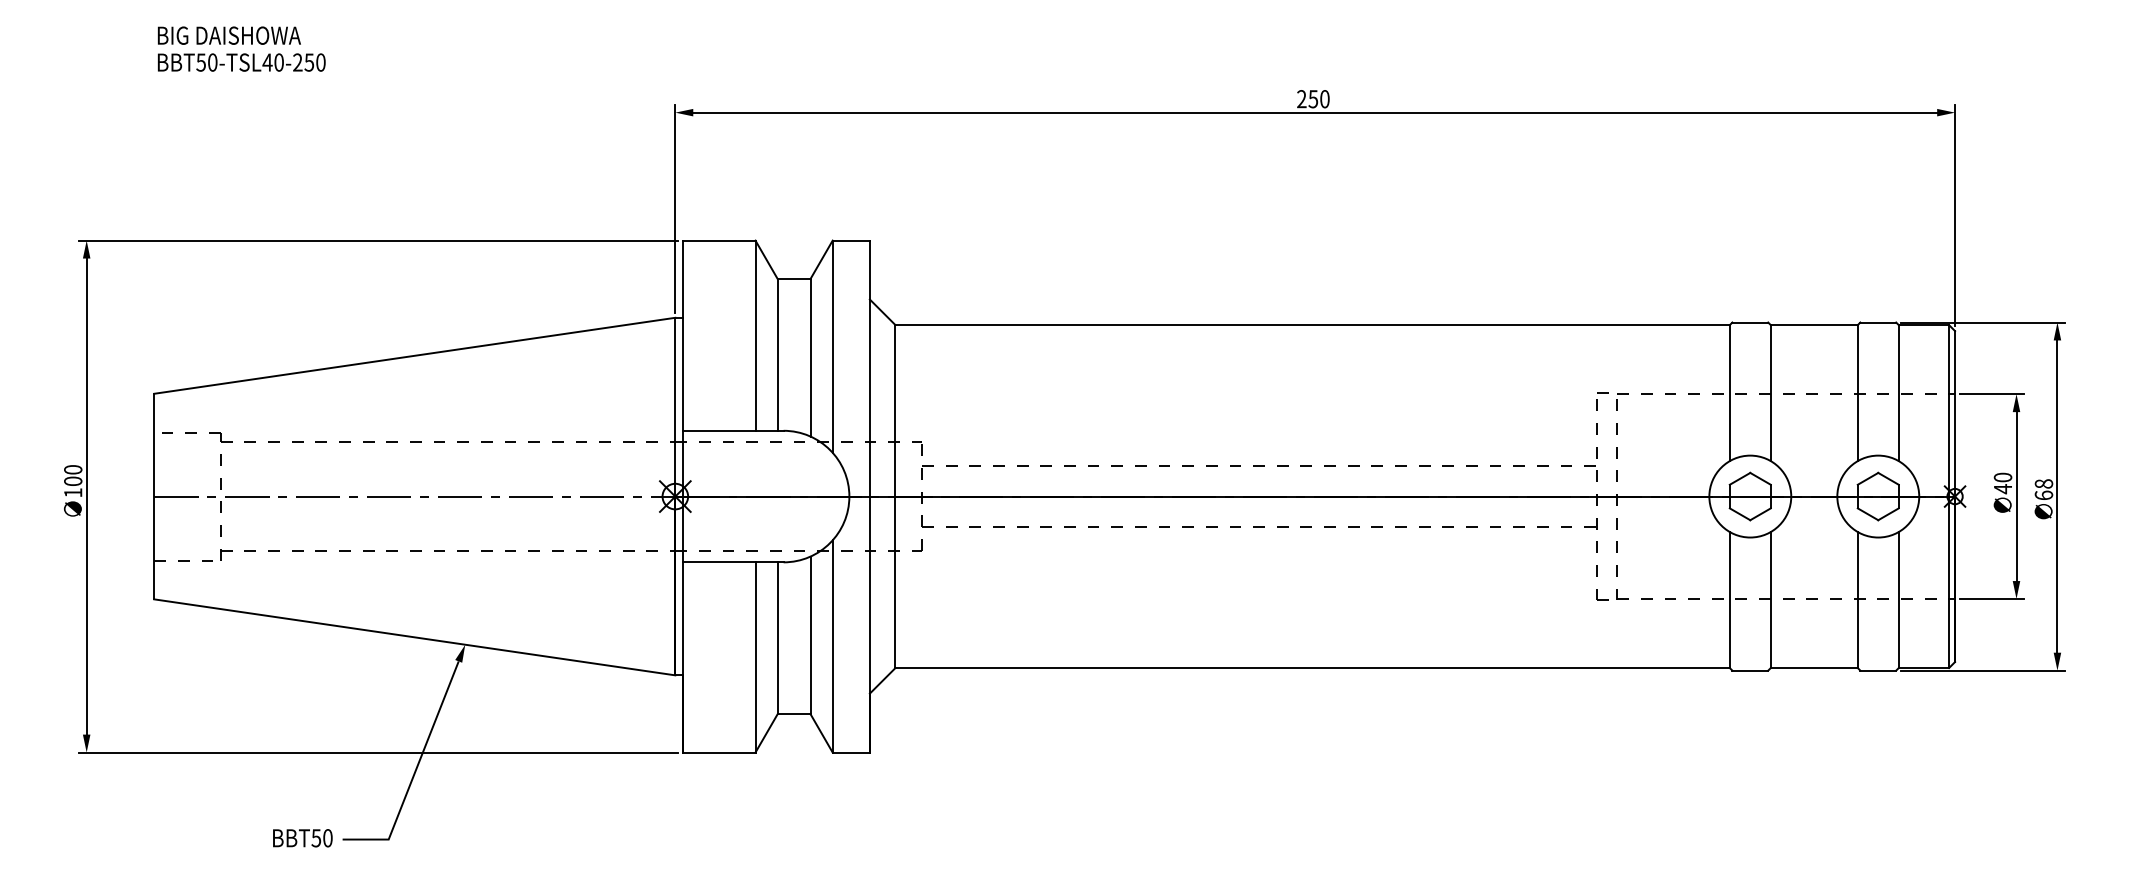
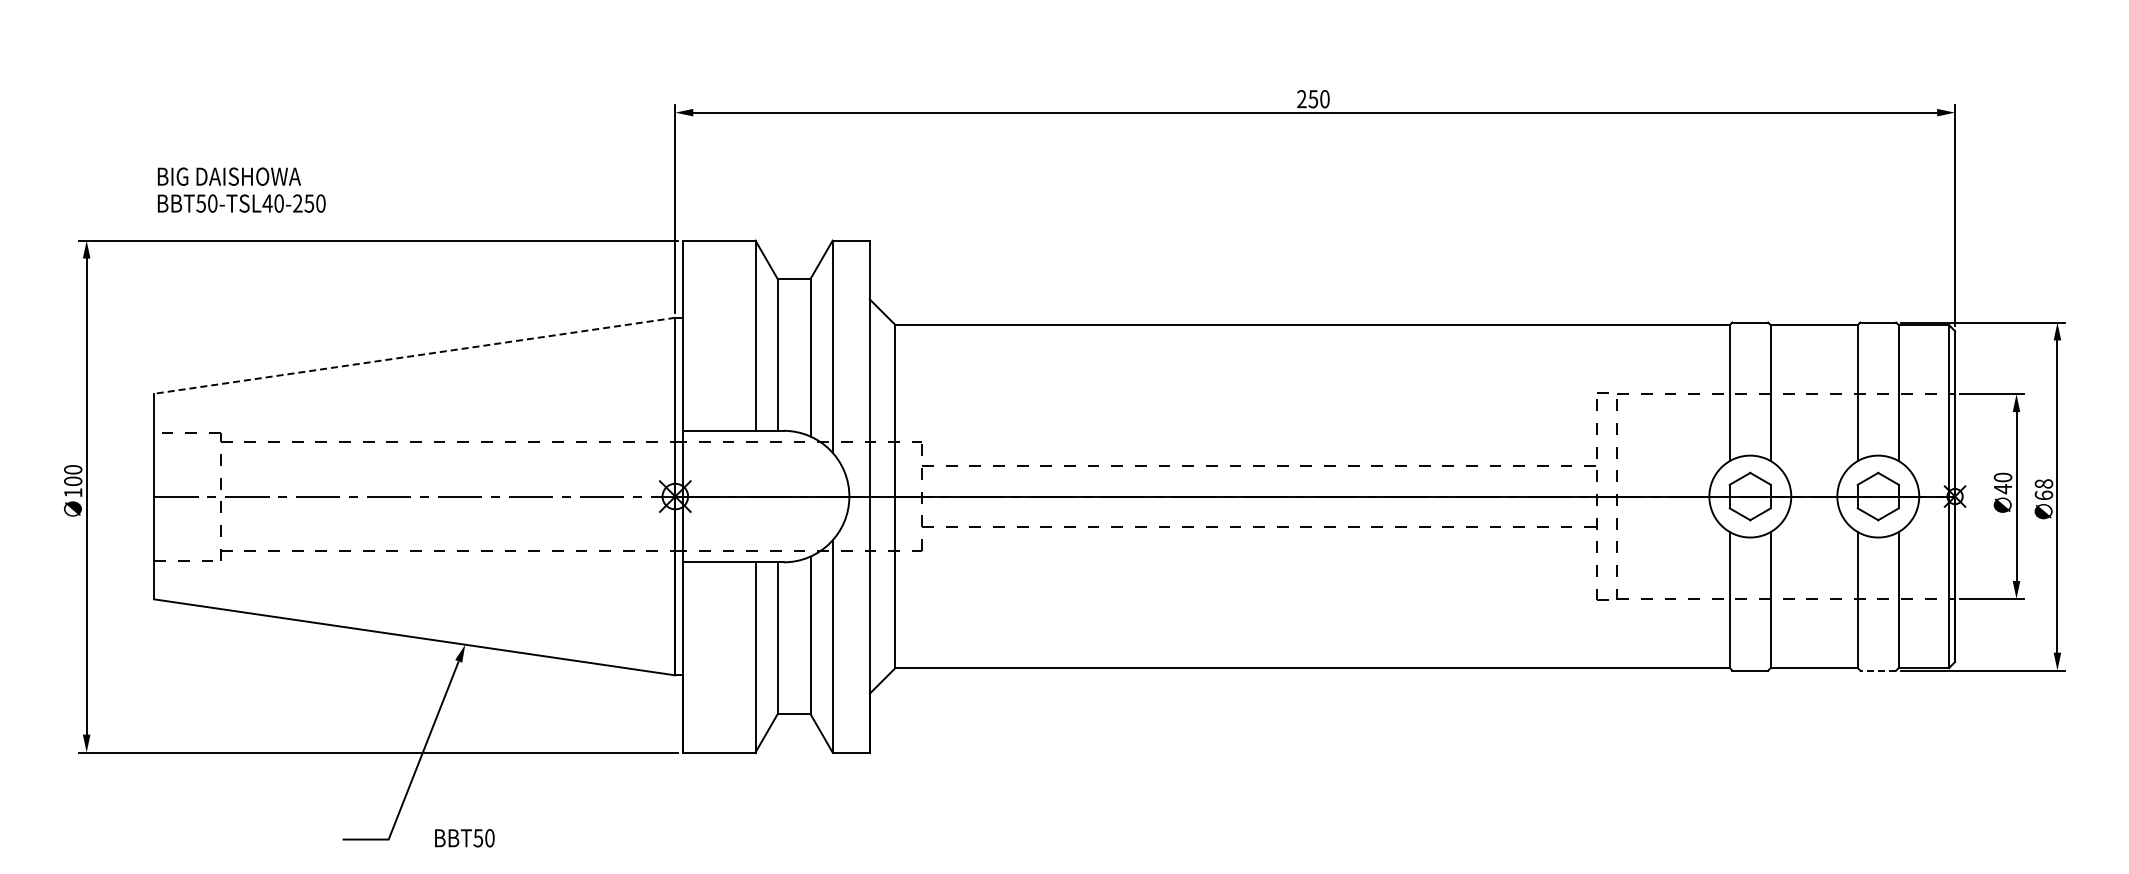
text at (241, 48) position: (241, 48) -> (241, 189)
line at (414, 355): solid -> dashed
line at (1878, 670): solid -> dashed
text at (302, 838) position: (302, 838) -> (464, 838)
